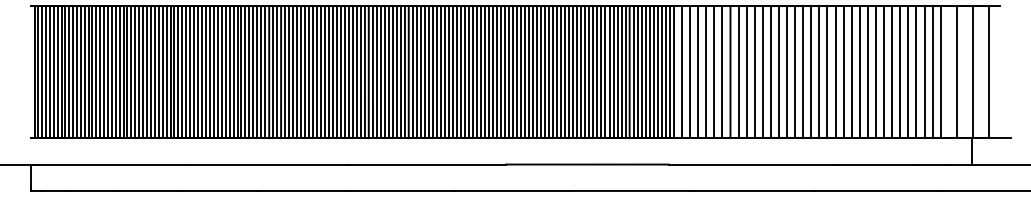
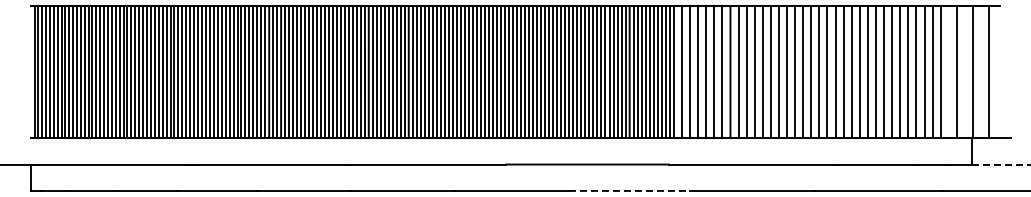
line at (1001, 164): solid -> dashed
line at (629, 190): solid -> dashed
